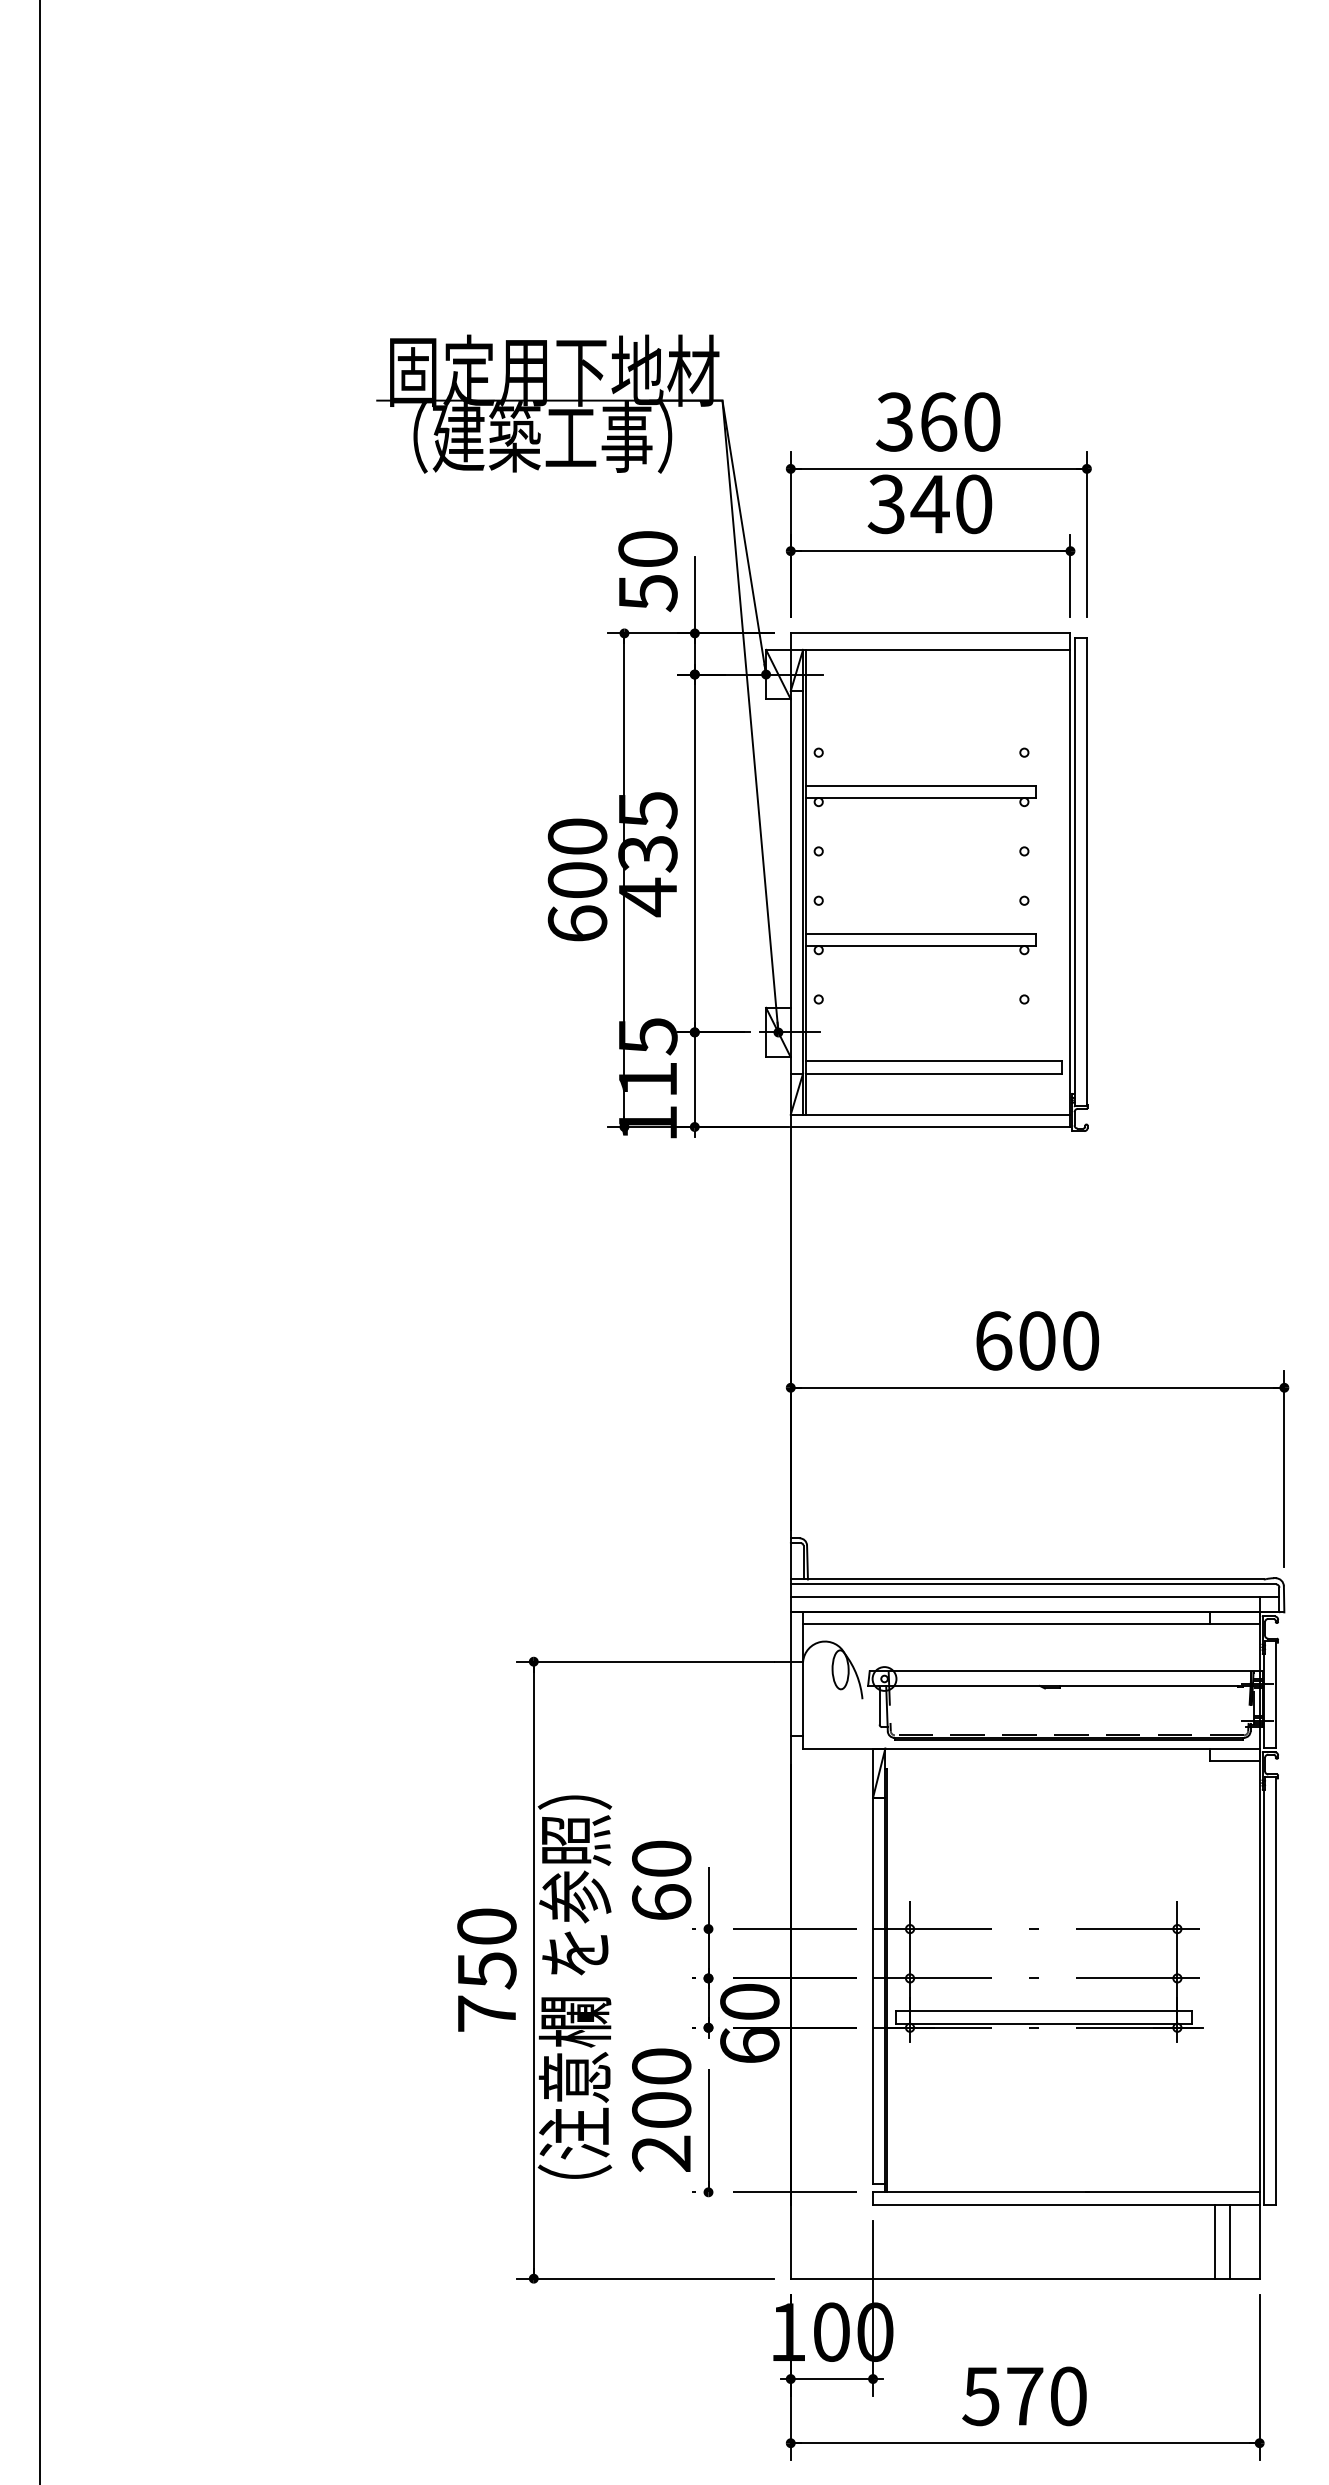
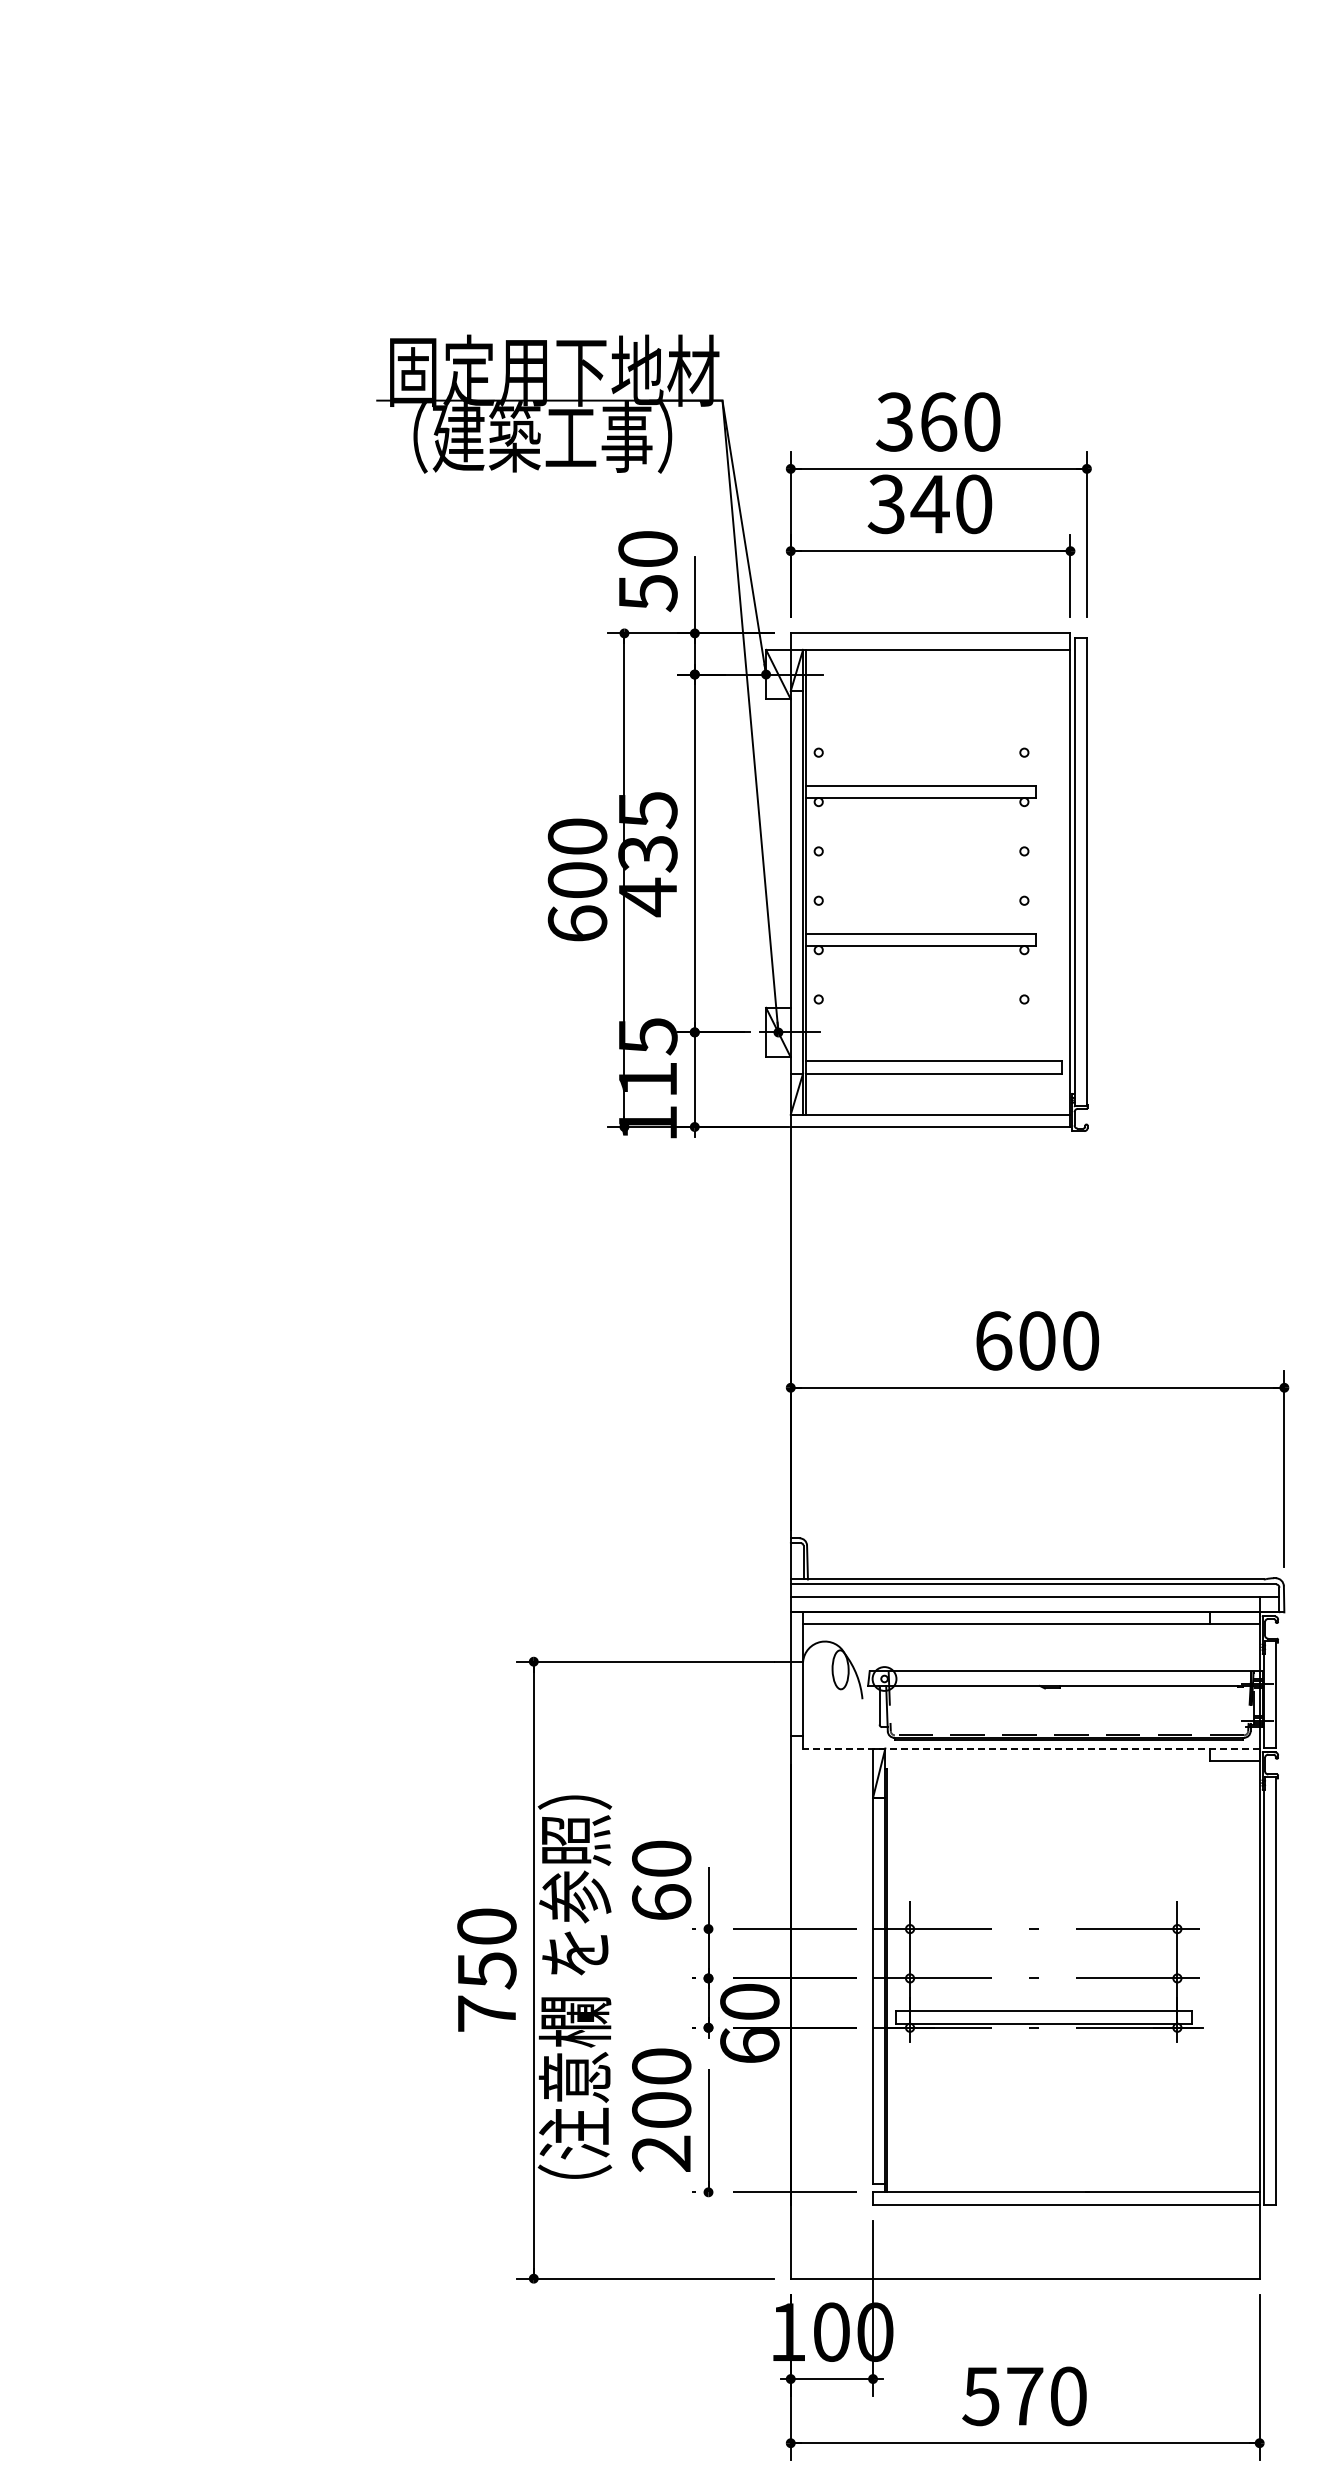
line at (39, 1241): present -> none
line at (1030, 1748): solid -> dashed
line at (1214, 2241): present -> none
line at (1230, 2241): present -> none
